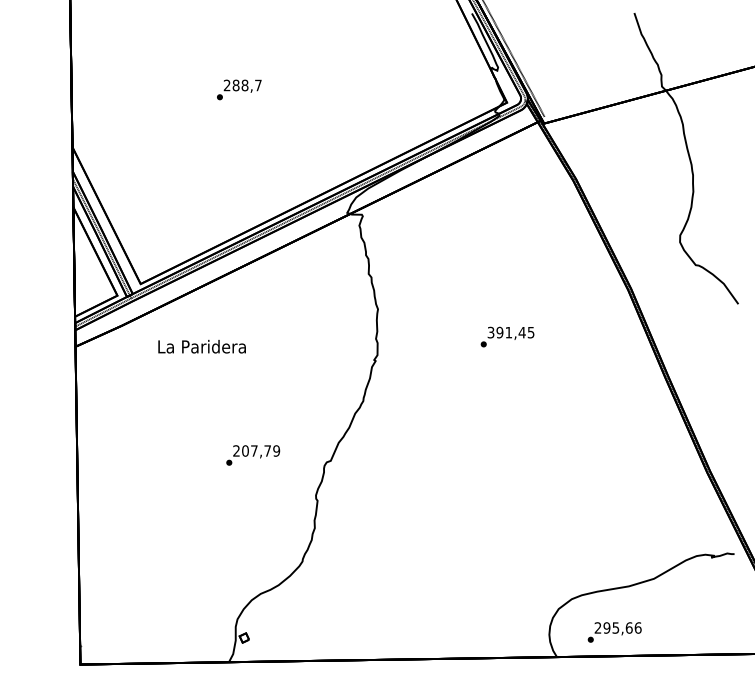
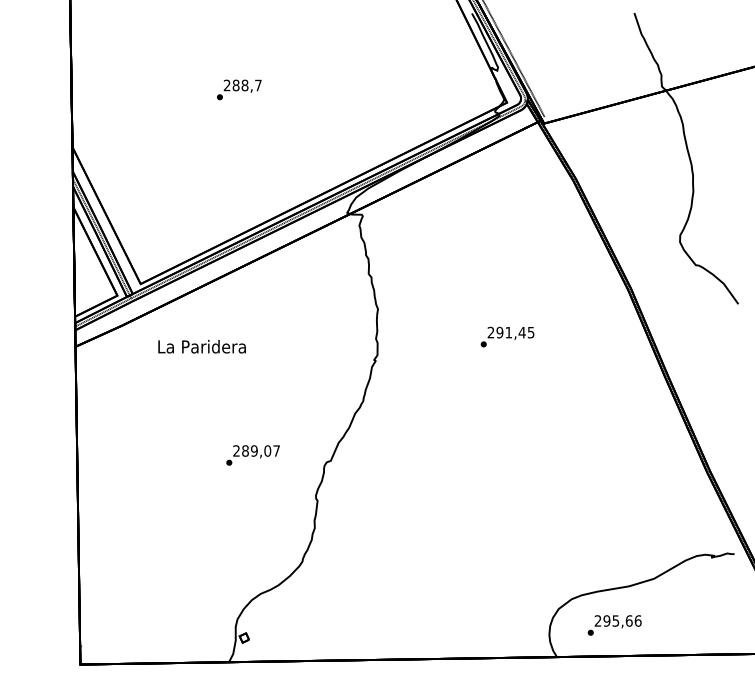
text at (490, 332): 391,45 -> 291,45
text at (261, 450): 207,79 -> 289,07
text at (614, 632) position: (614, 632) -> (614, 625)
